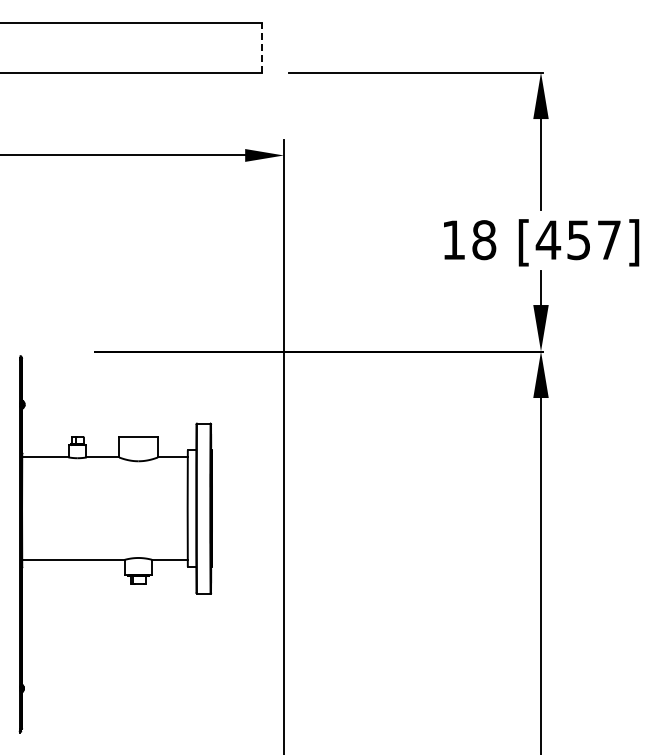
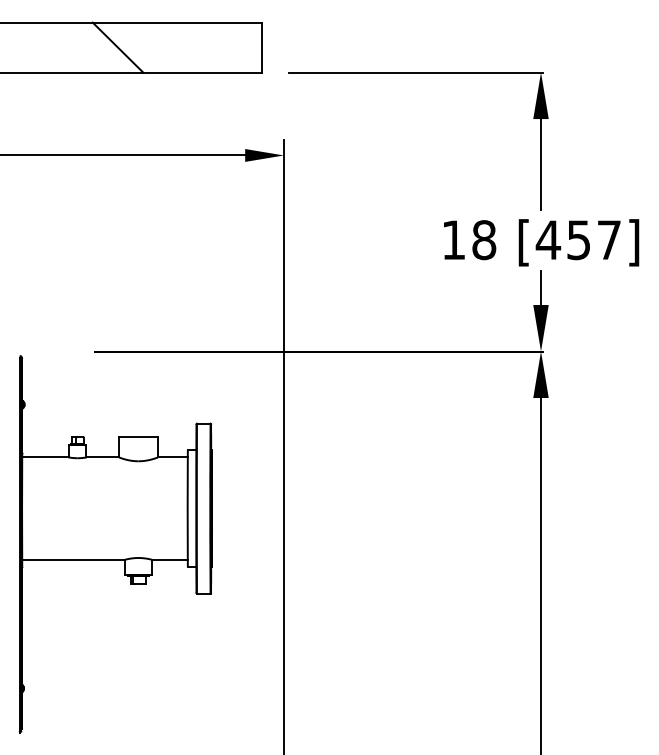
line at (117, 47): none -> present
line at (262, 47): dashed -> solid
